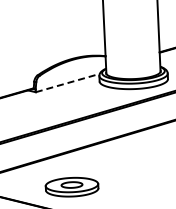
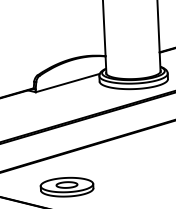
line at (68, 82): dashed -> solid
part at (71, 186) position: (71, 186) -> (66, 186)
